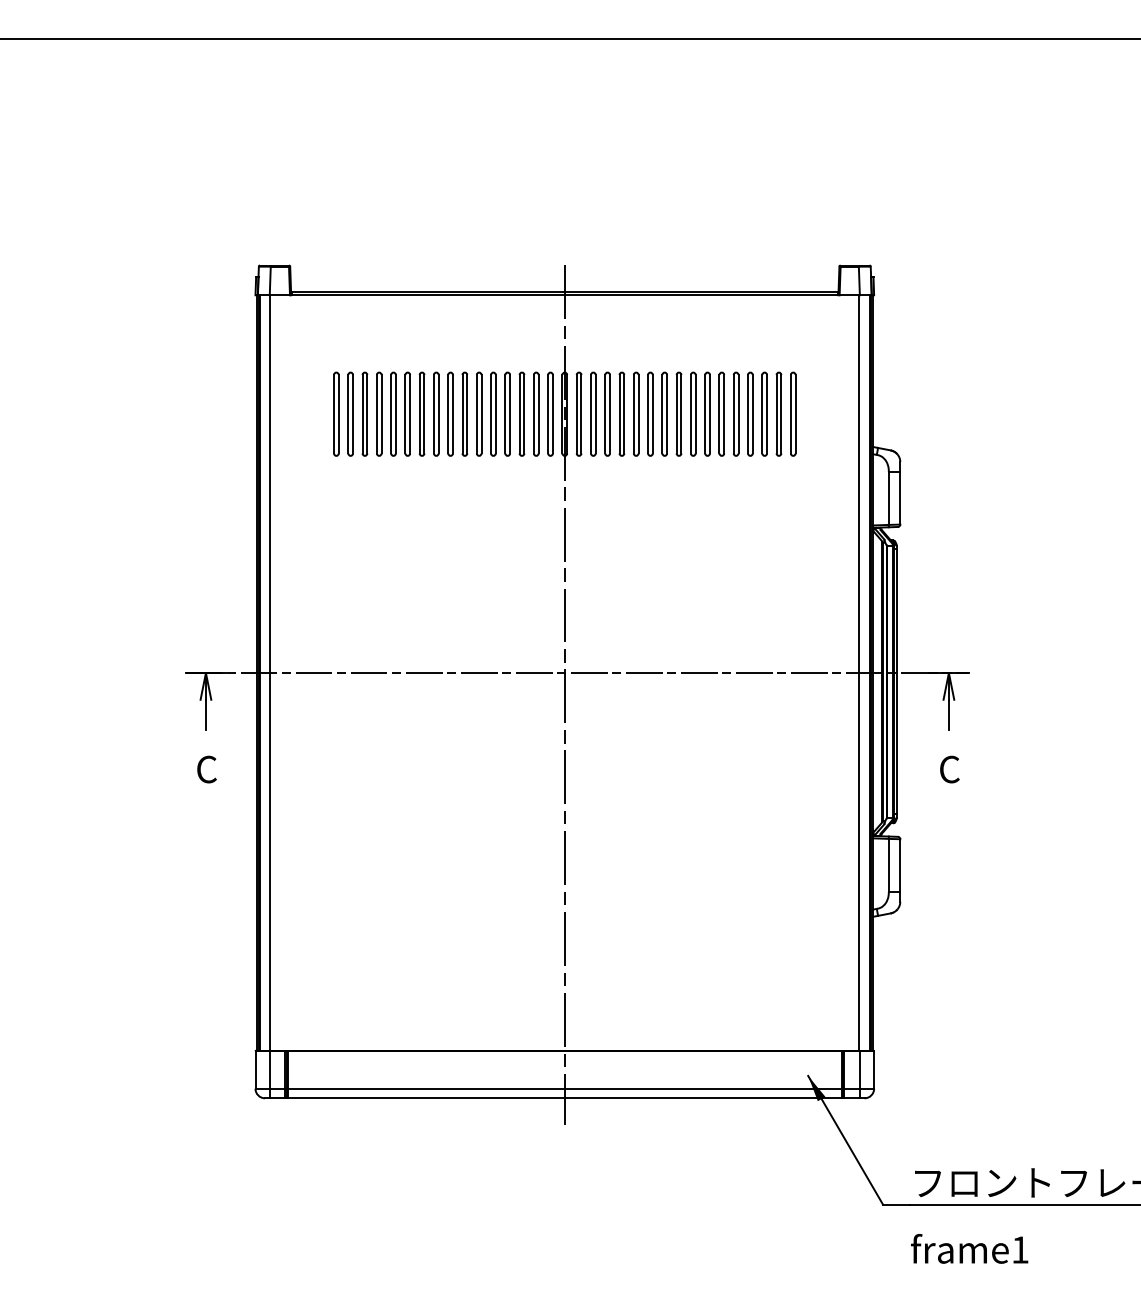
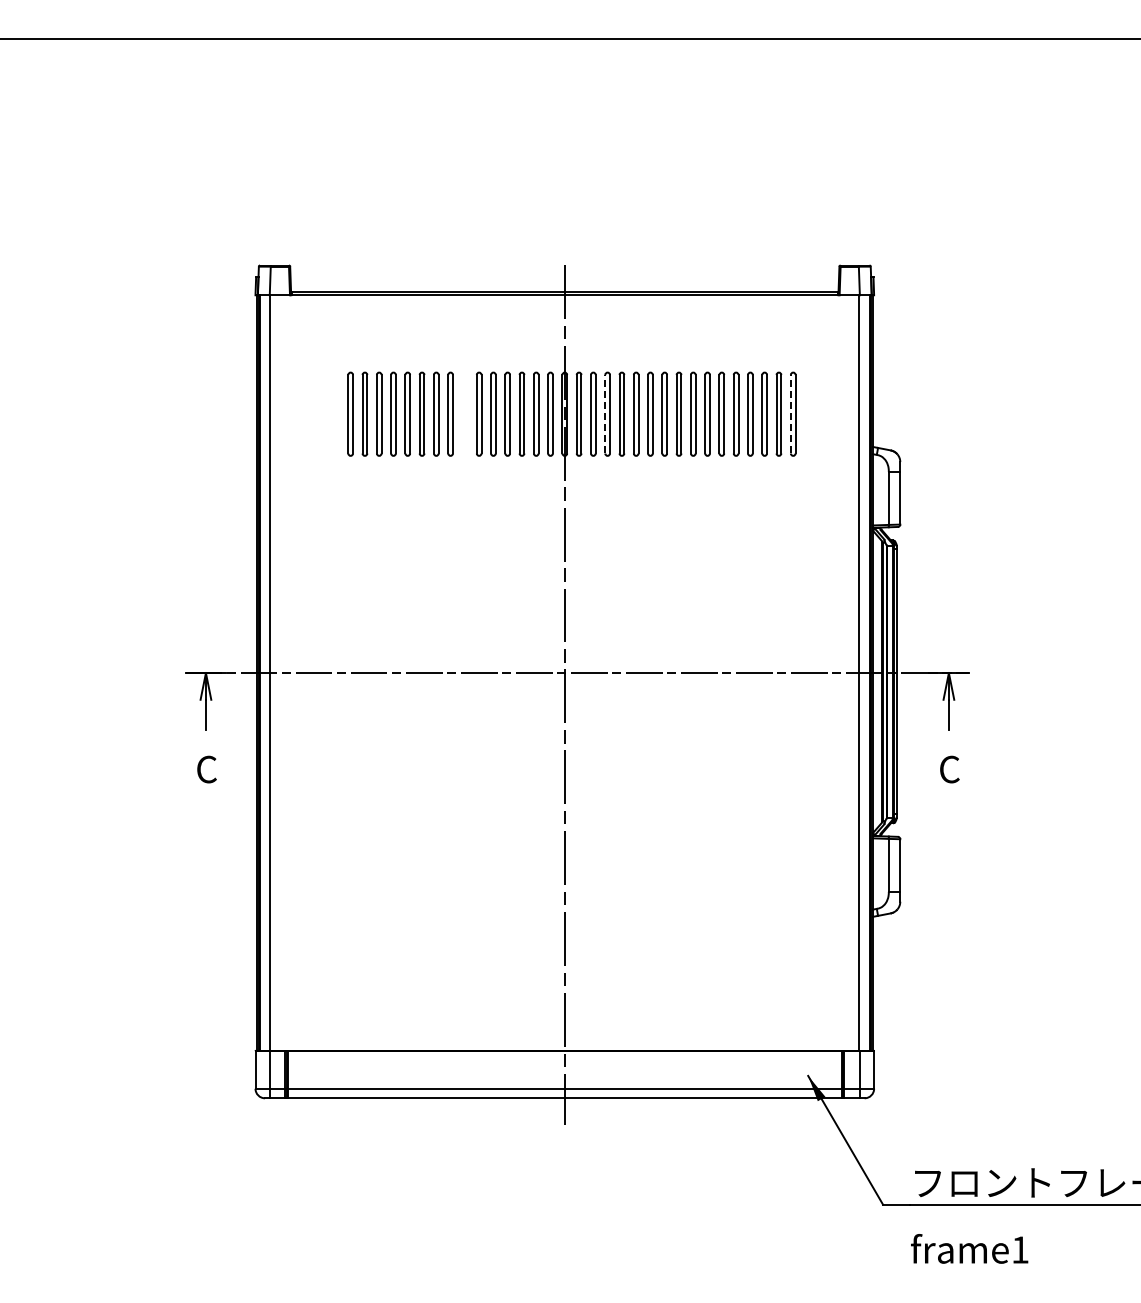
part at (336, 413): present -> none
part at (464, 413): present -> none
line at (605, 413): solid -> dashed
line at (790, 413): solid -> dashed
